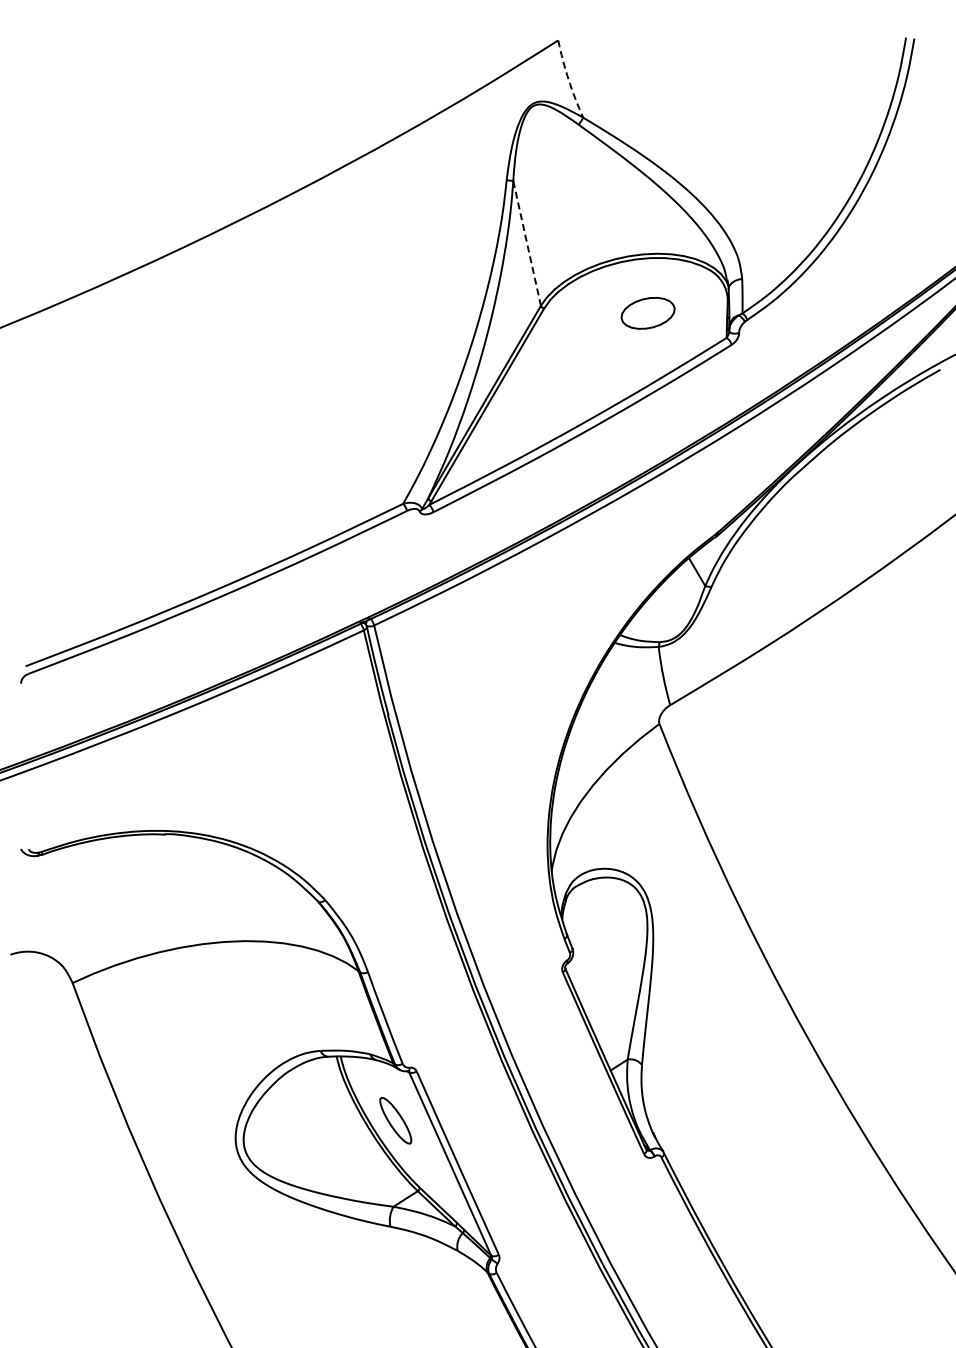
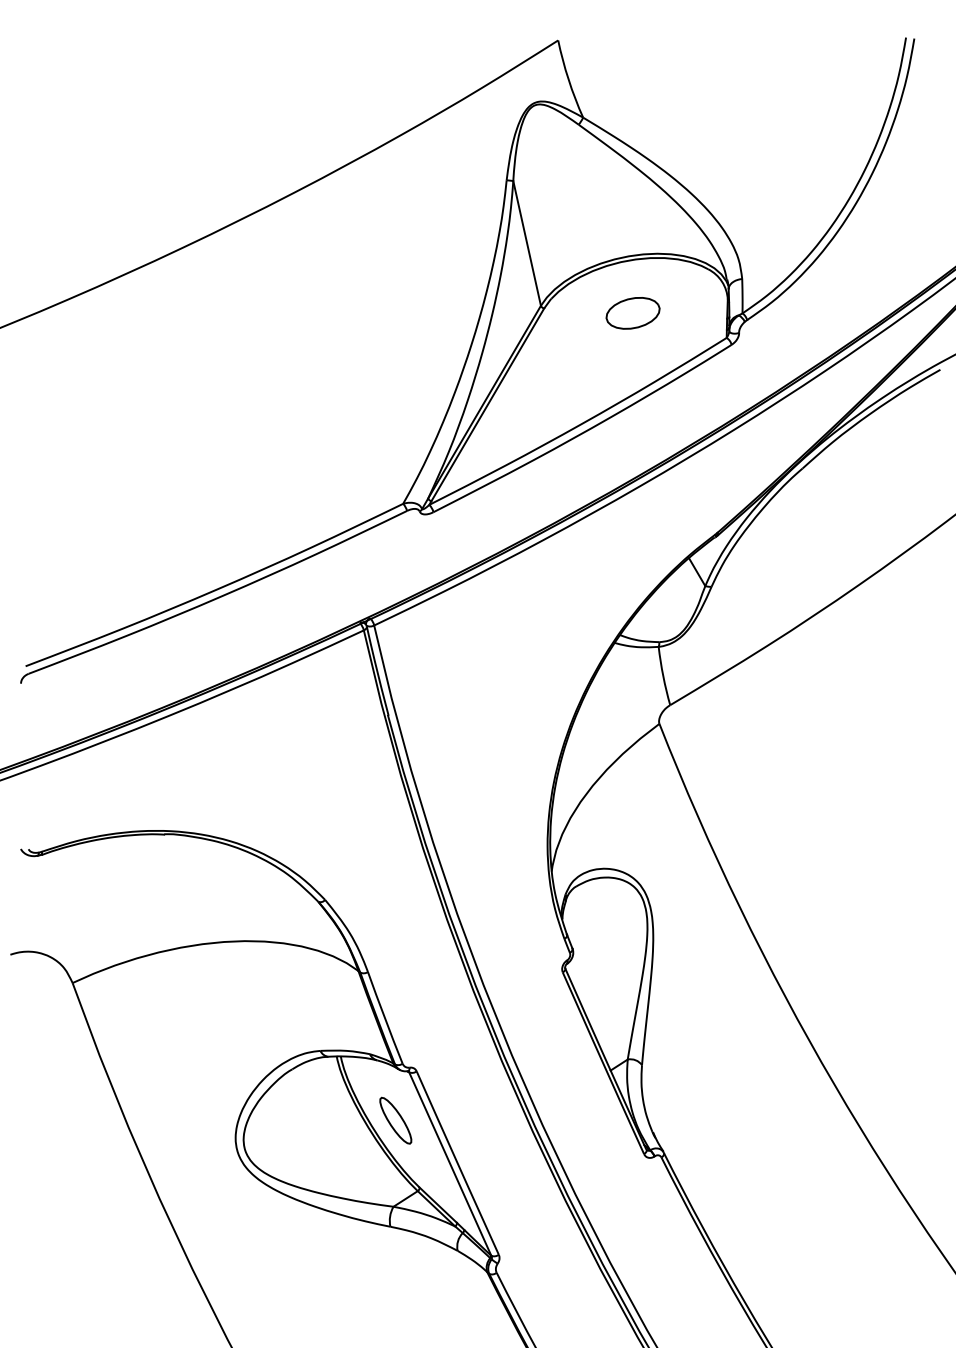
arc at (568, 79): dashed -> solid
line at (527, 243): dashed -> solid
part at (647, 313) position: (647, 313) -> (632, 313)
